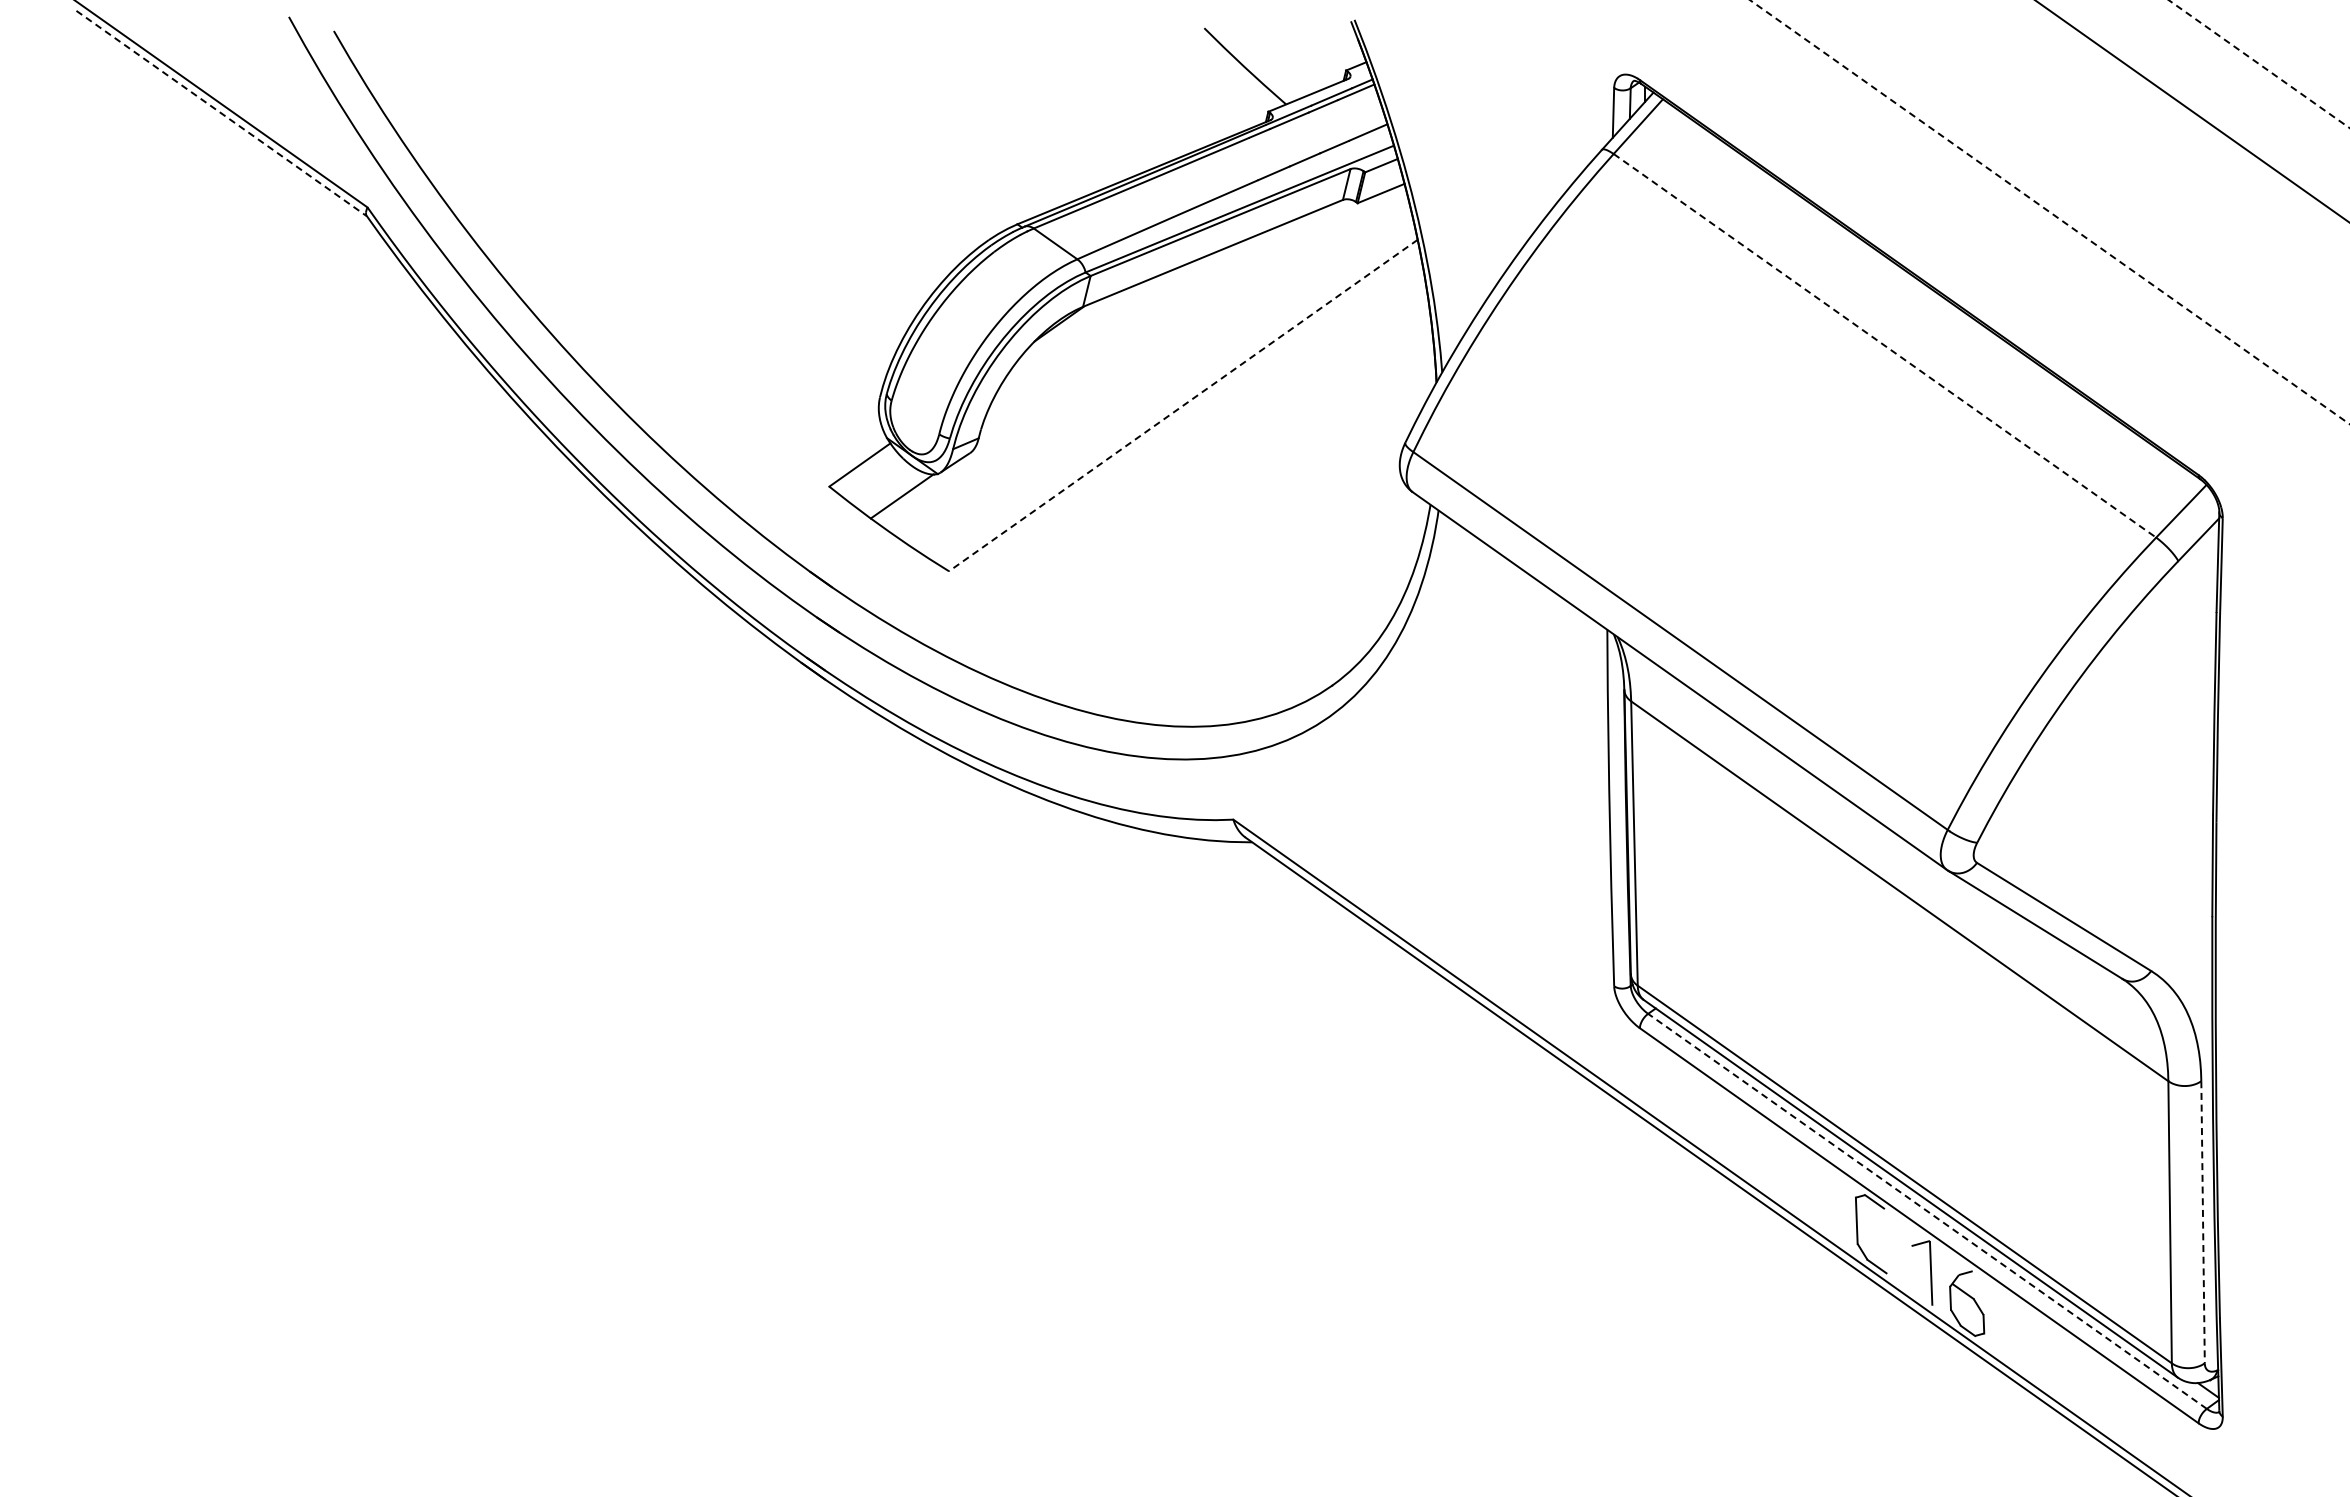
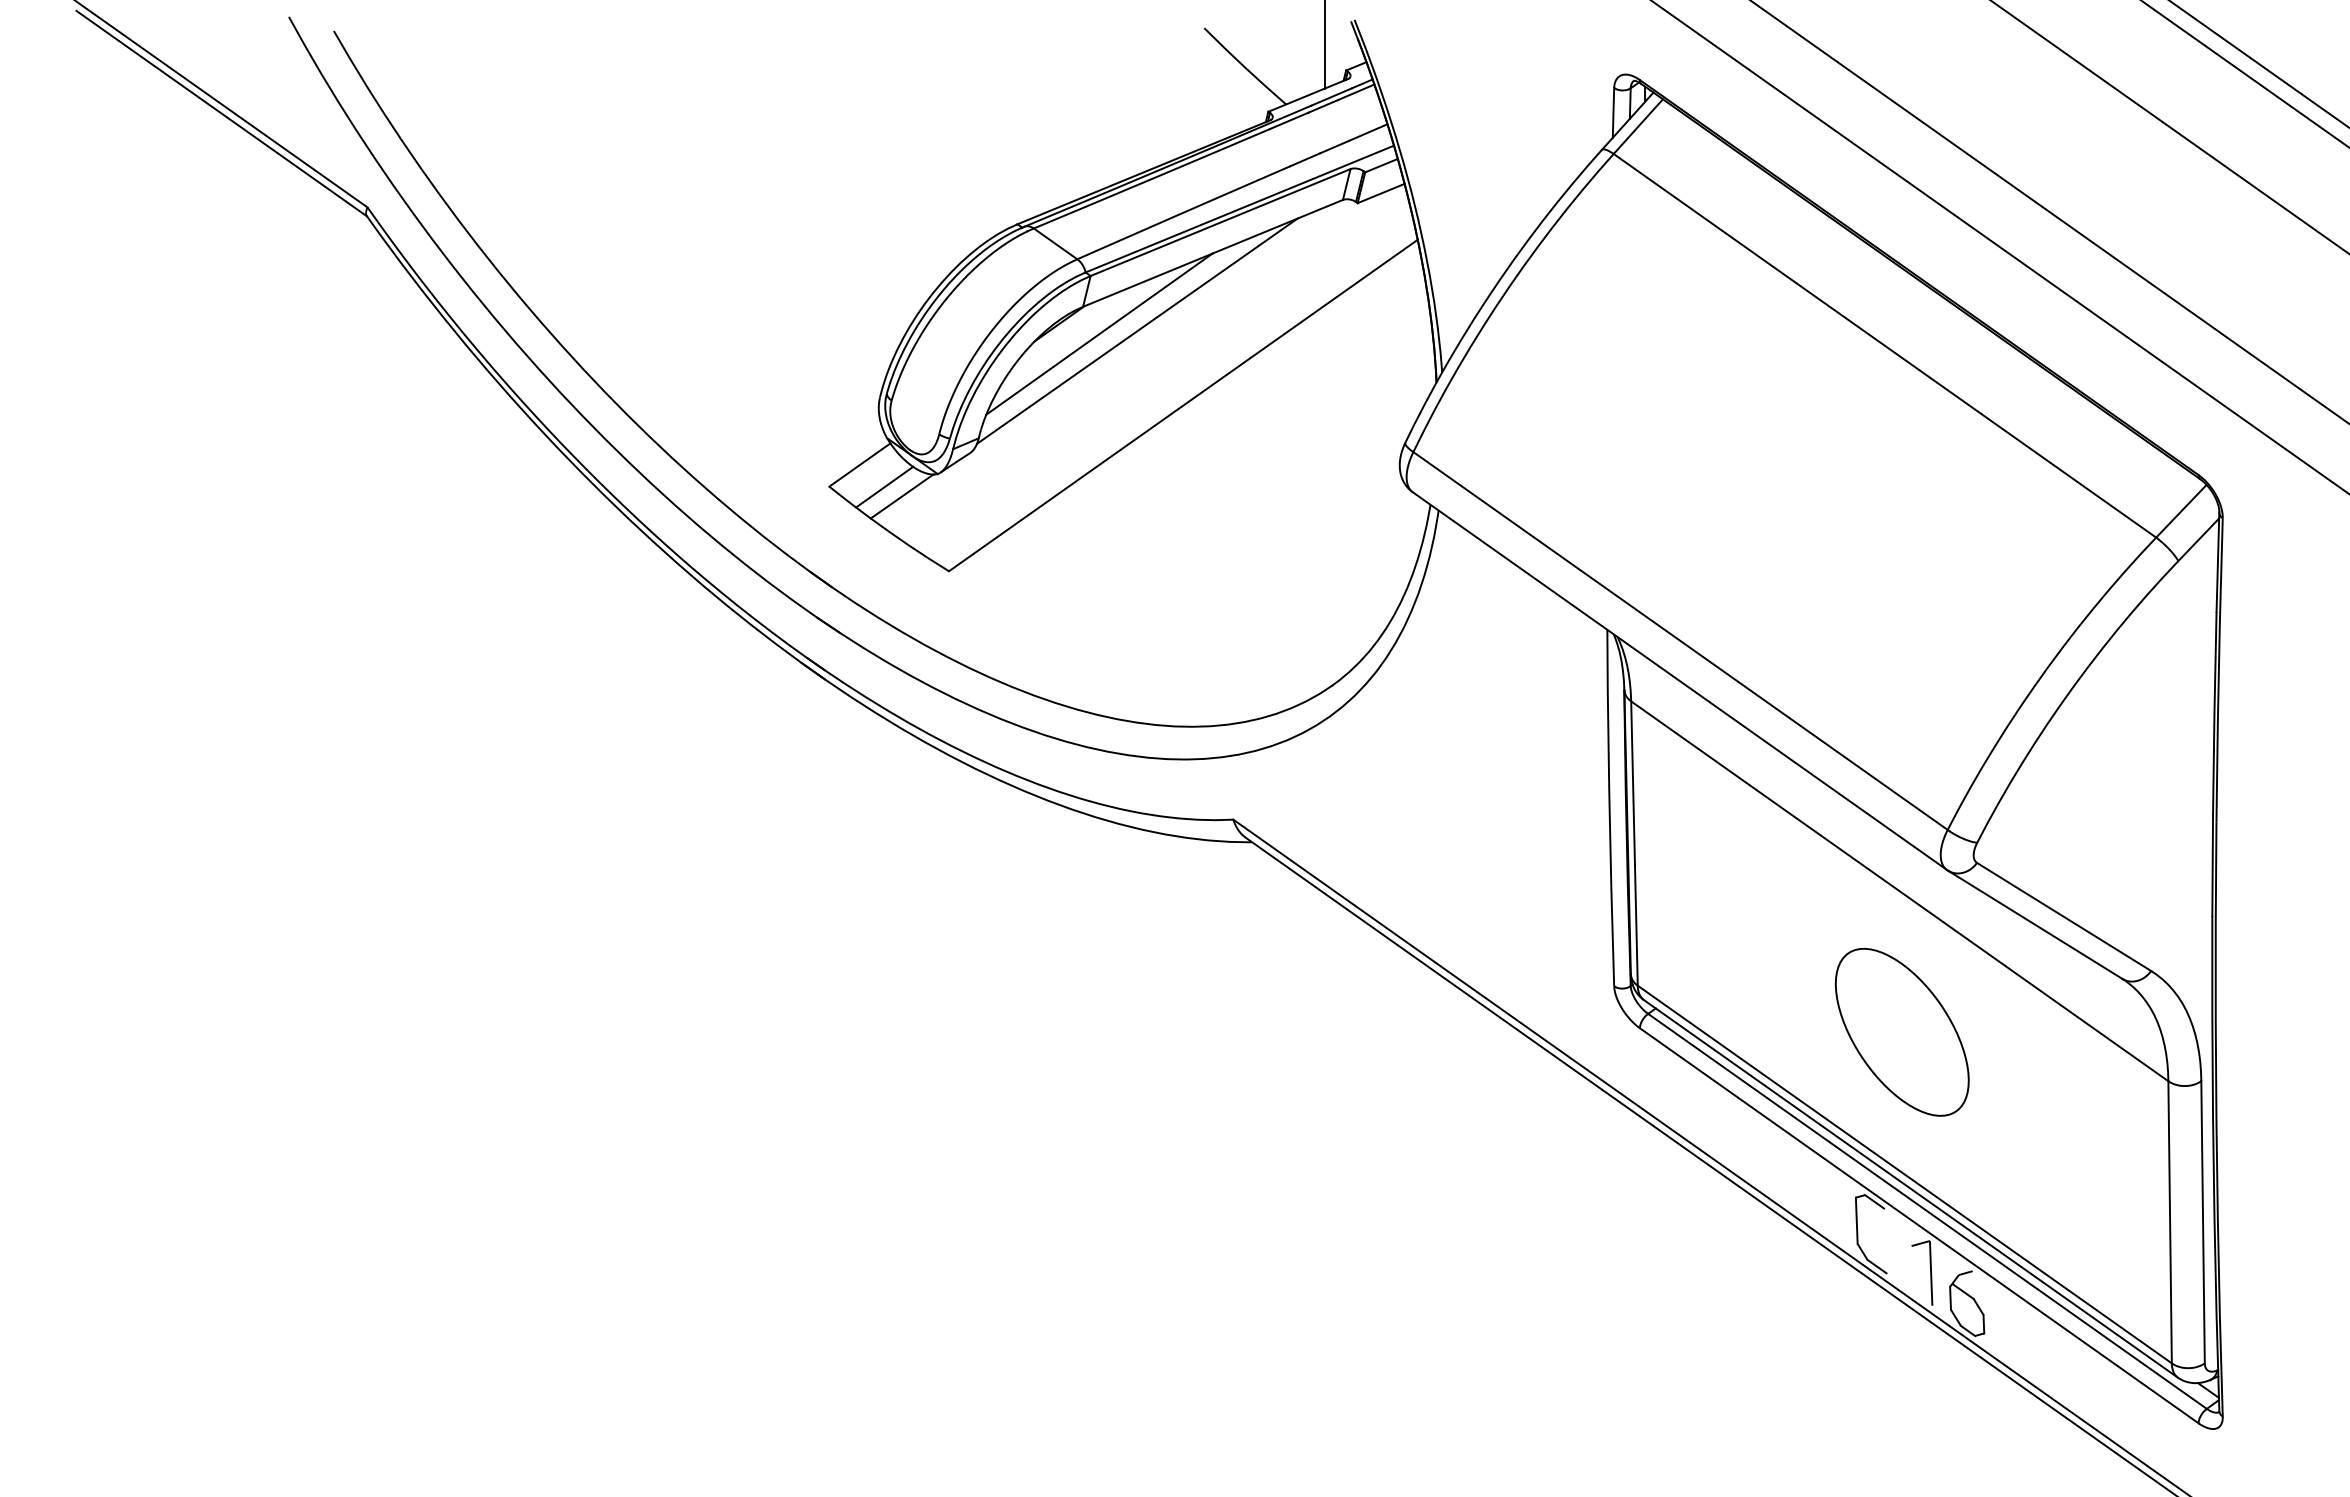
line at (1324, 45): none -> present
line at (2259, 64): dashed -> solid
line at (2244, 73): none -> present
line at (2192, 111) position: (2192, 111) -> (2169, 127)
line at (221, 113): dashed -> solid
line at (2049, 212): dashed -> solid
line at (2000, 247): none -> present
line at (1136, 330): none -> present
line at (1099, 333): none -> present
line at (1885, 346): dashed -> solid
line at (1182, 405): dashed -> solid
line at (884, 486): none -> present
part at (1901, 1031): none -> present
line at (1927, 1211): dashed -> solid
line at (2203, 1222): dashed -> solid
